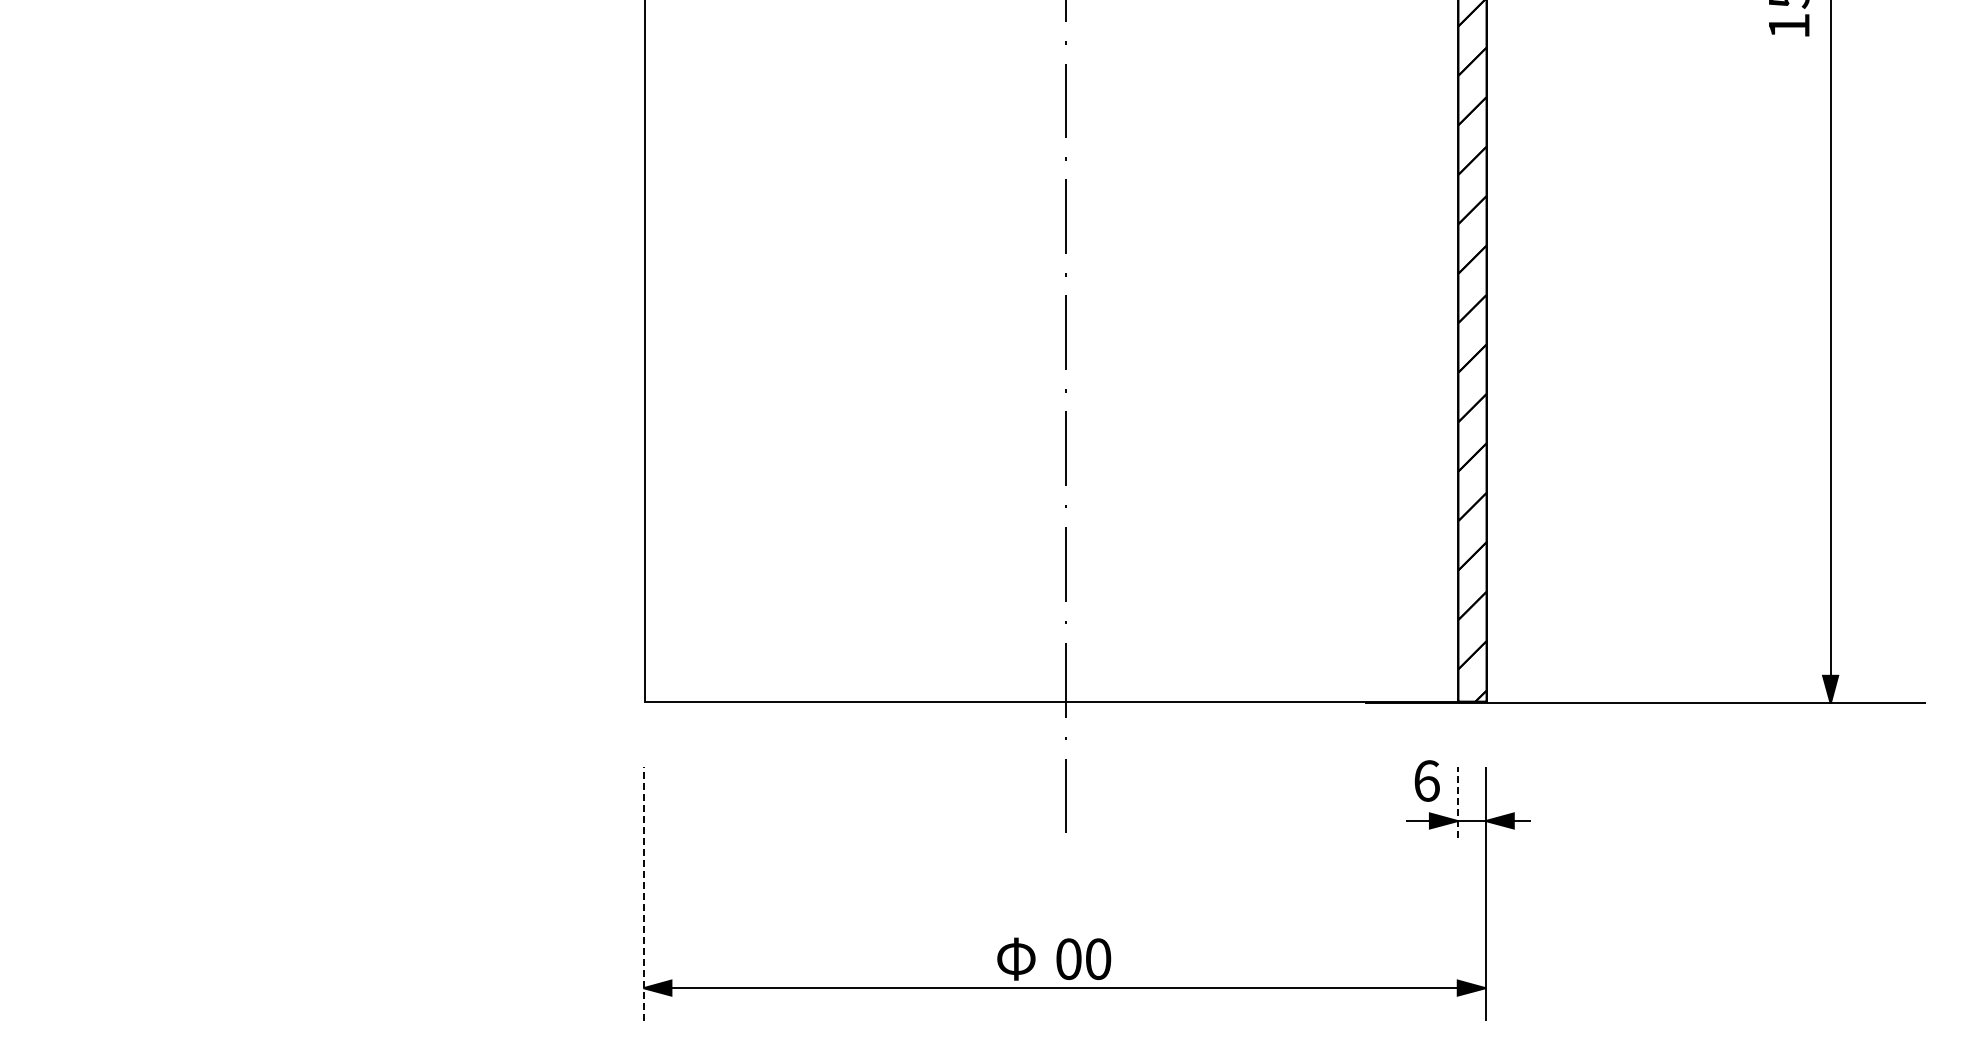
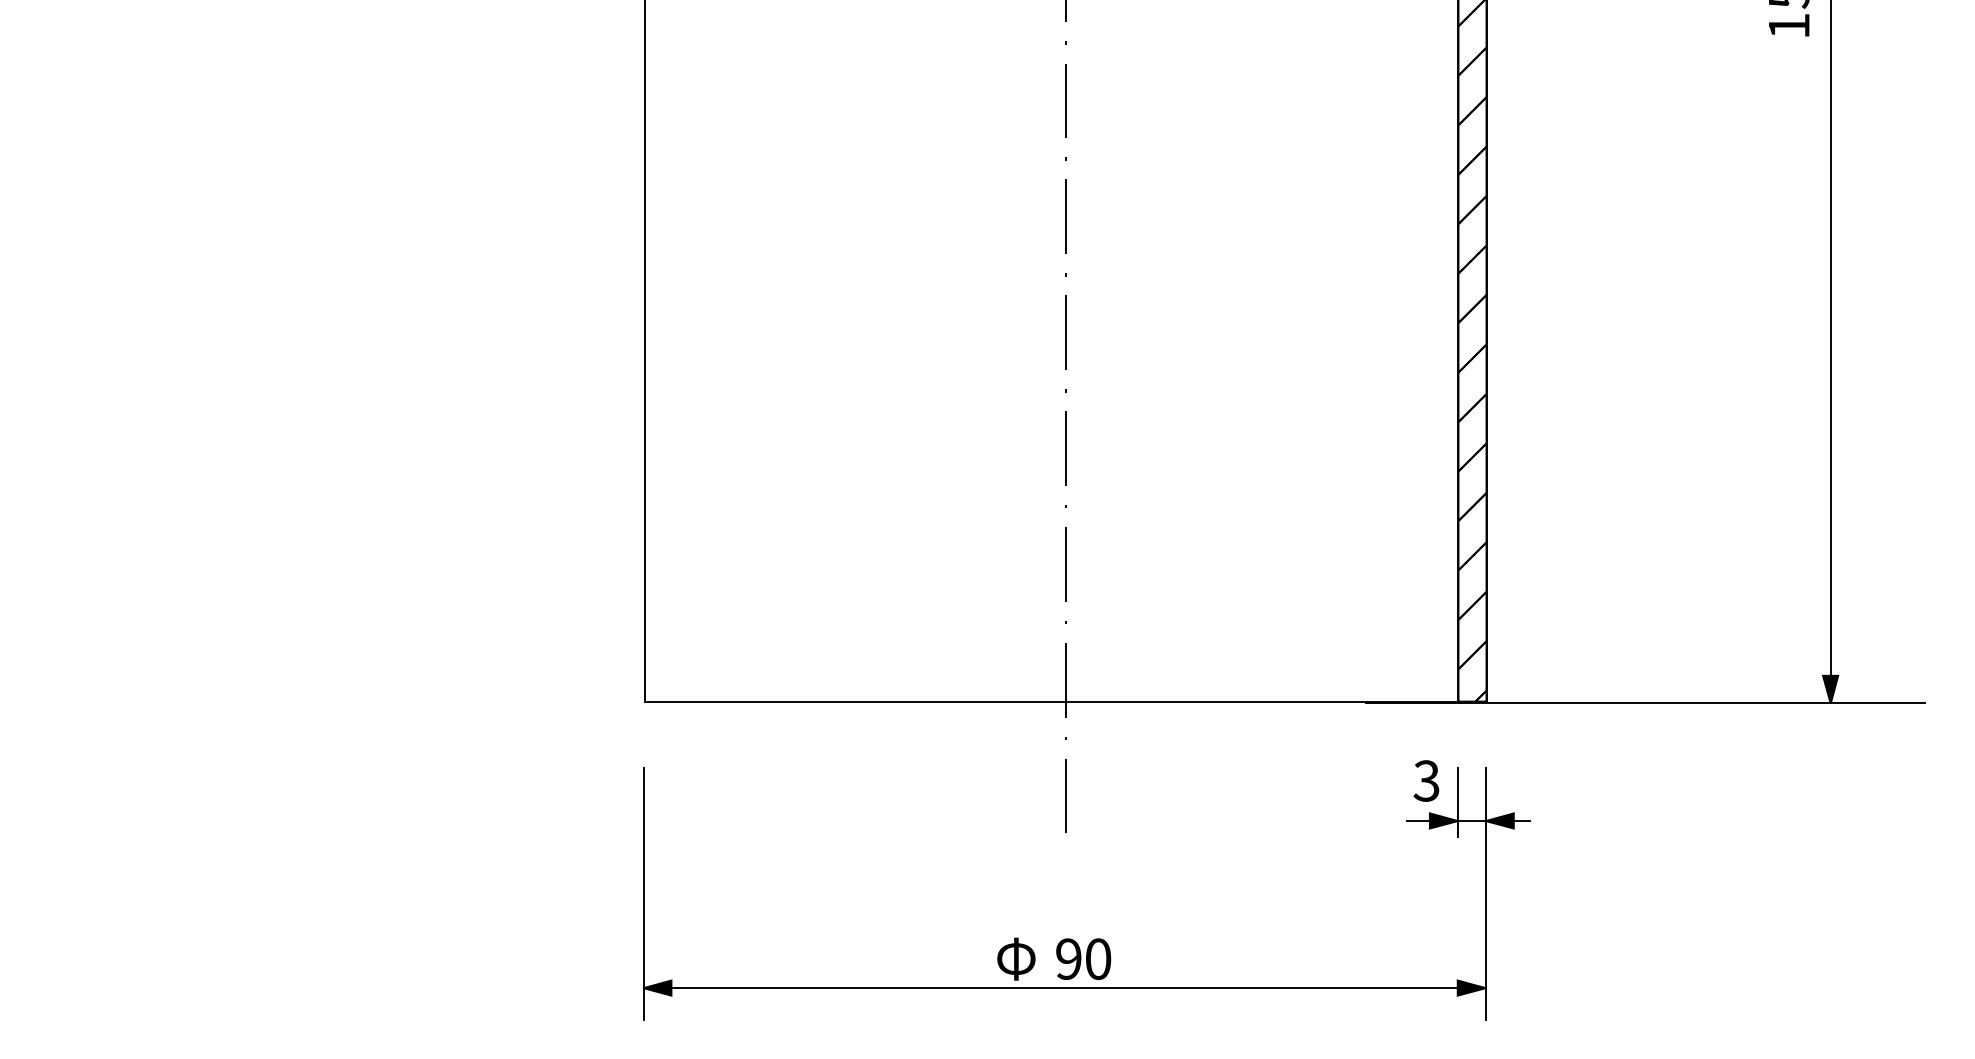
text at (1426, 780): 6 -> 3
line at (1457, 802): dashed -> solid
line at (643, 893): dashed -> solid
text at (1068, 959): 0 -> 9
